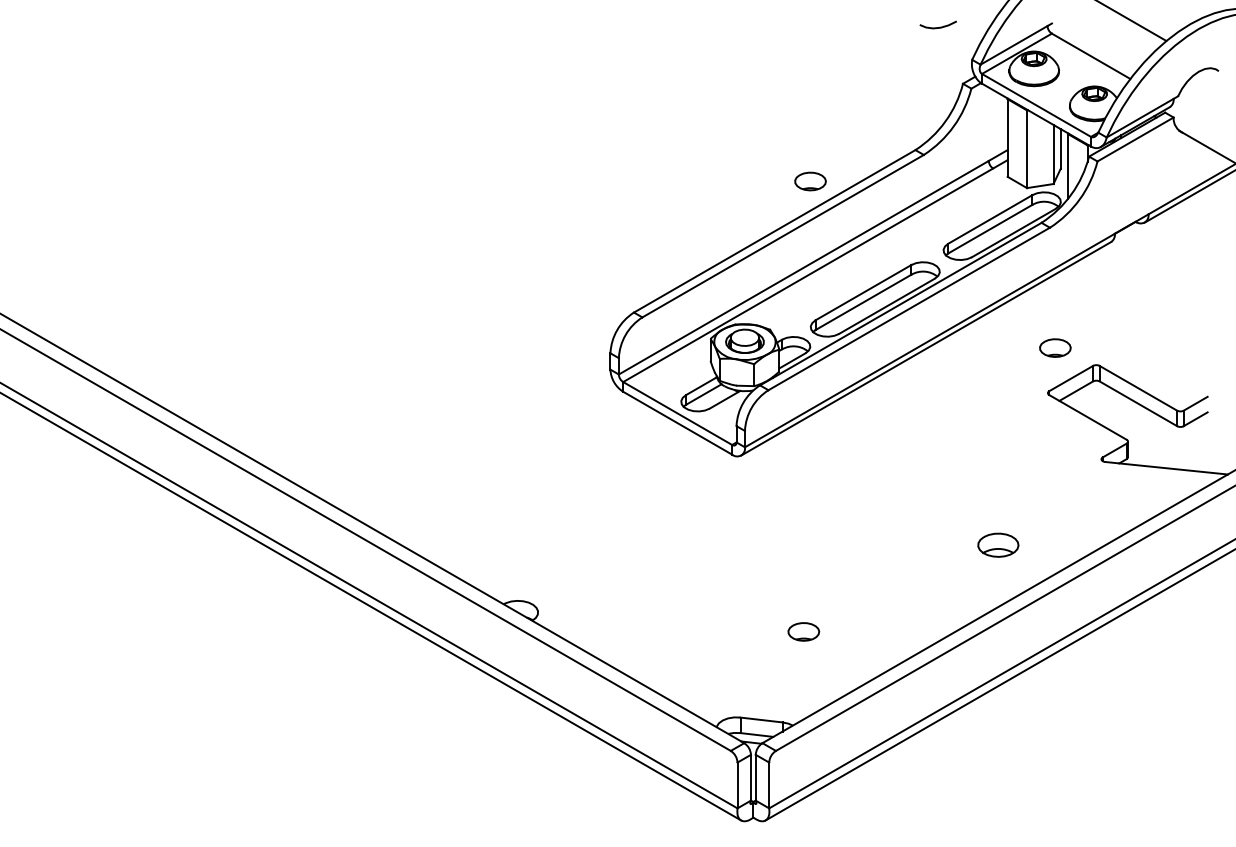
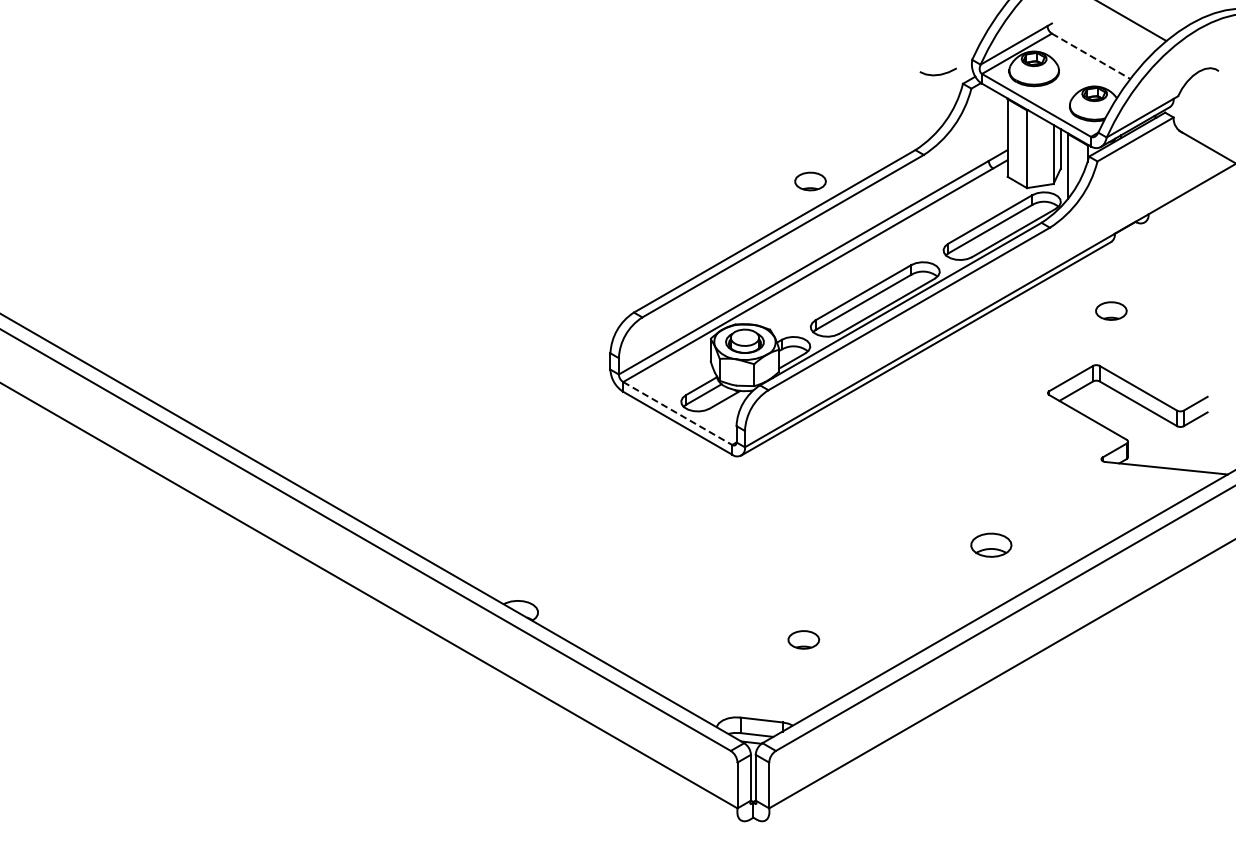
curve at (937, 27) position: (937, 27) -> (937, 74)
line at (1091, 56): solid -> dashed
line at (1188, 196): present -> none
part at (1055, 347) position: (1055, 347) -> (1111, 310)
line at (677, 413): solid -> dashed
part at (998, 544) position: (998, 544) -> (991, 544)
line at (371, 606): present -> none
part at (803, 631) position: (803, 631) -> (803, 639)
line at (998, 685): present -> none
